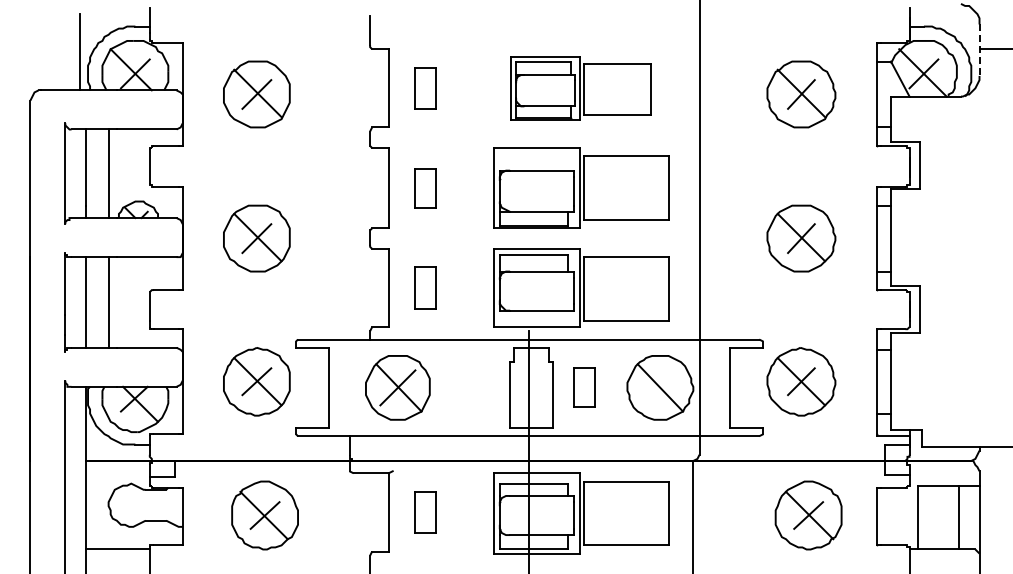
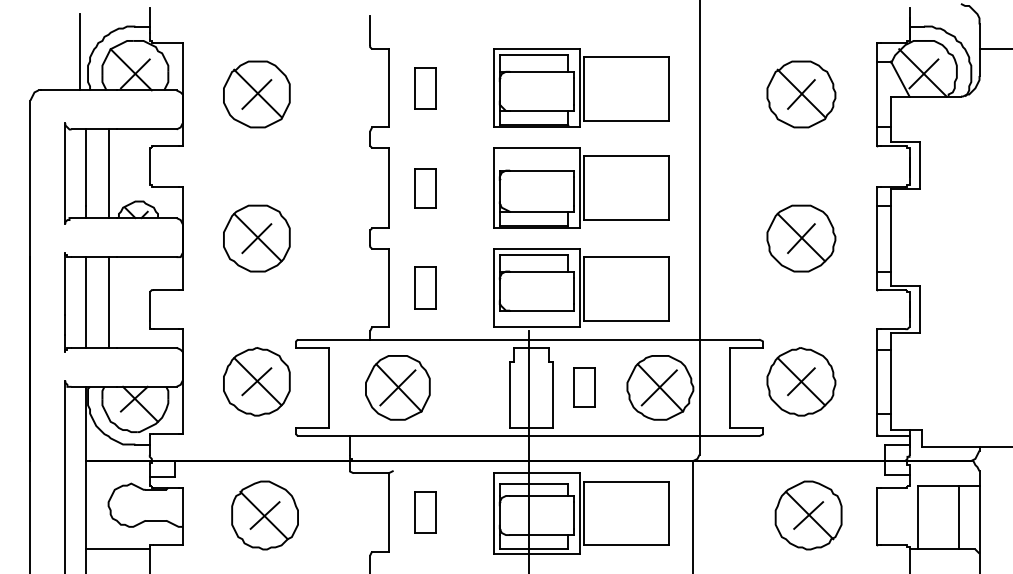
line at (979, 50): dashed -> solid
part at (580, 88) size: 142x65 px -> 177x80 px
line at (658, 387): none -> present
